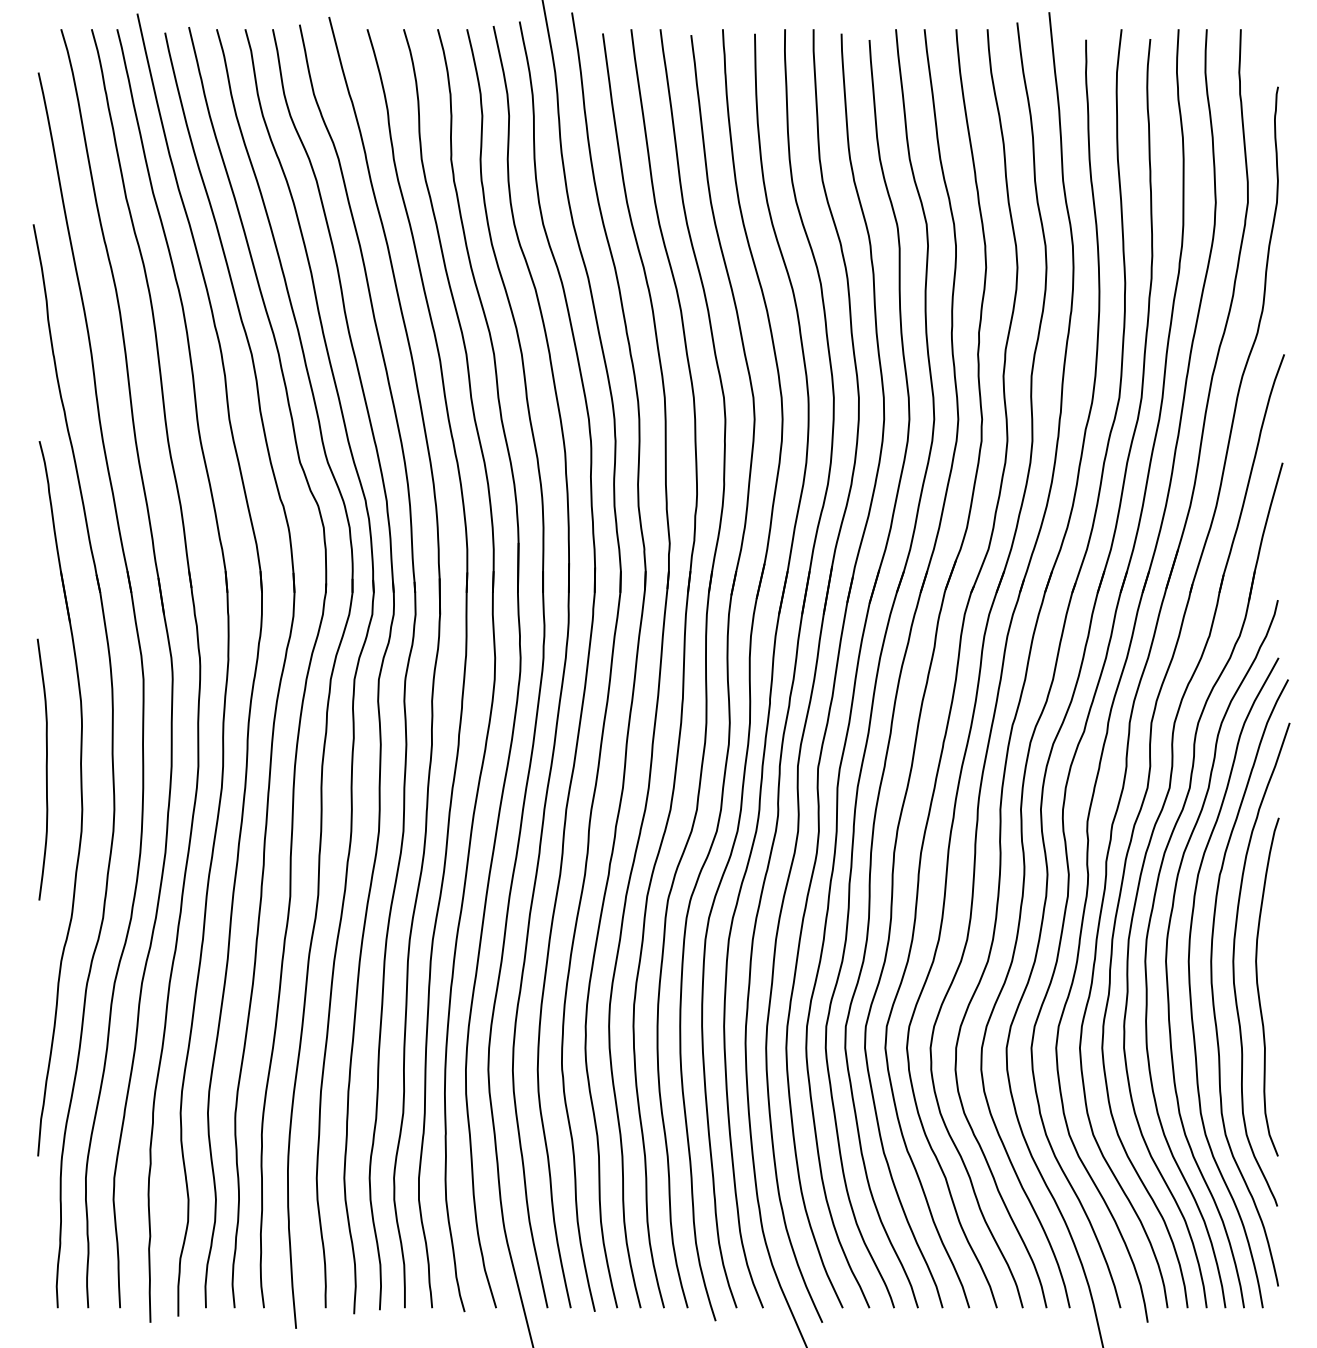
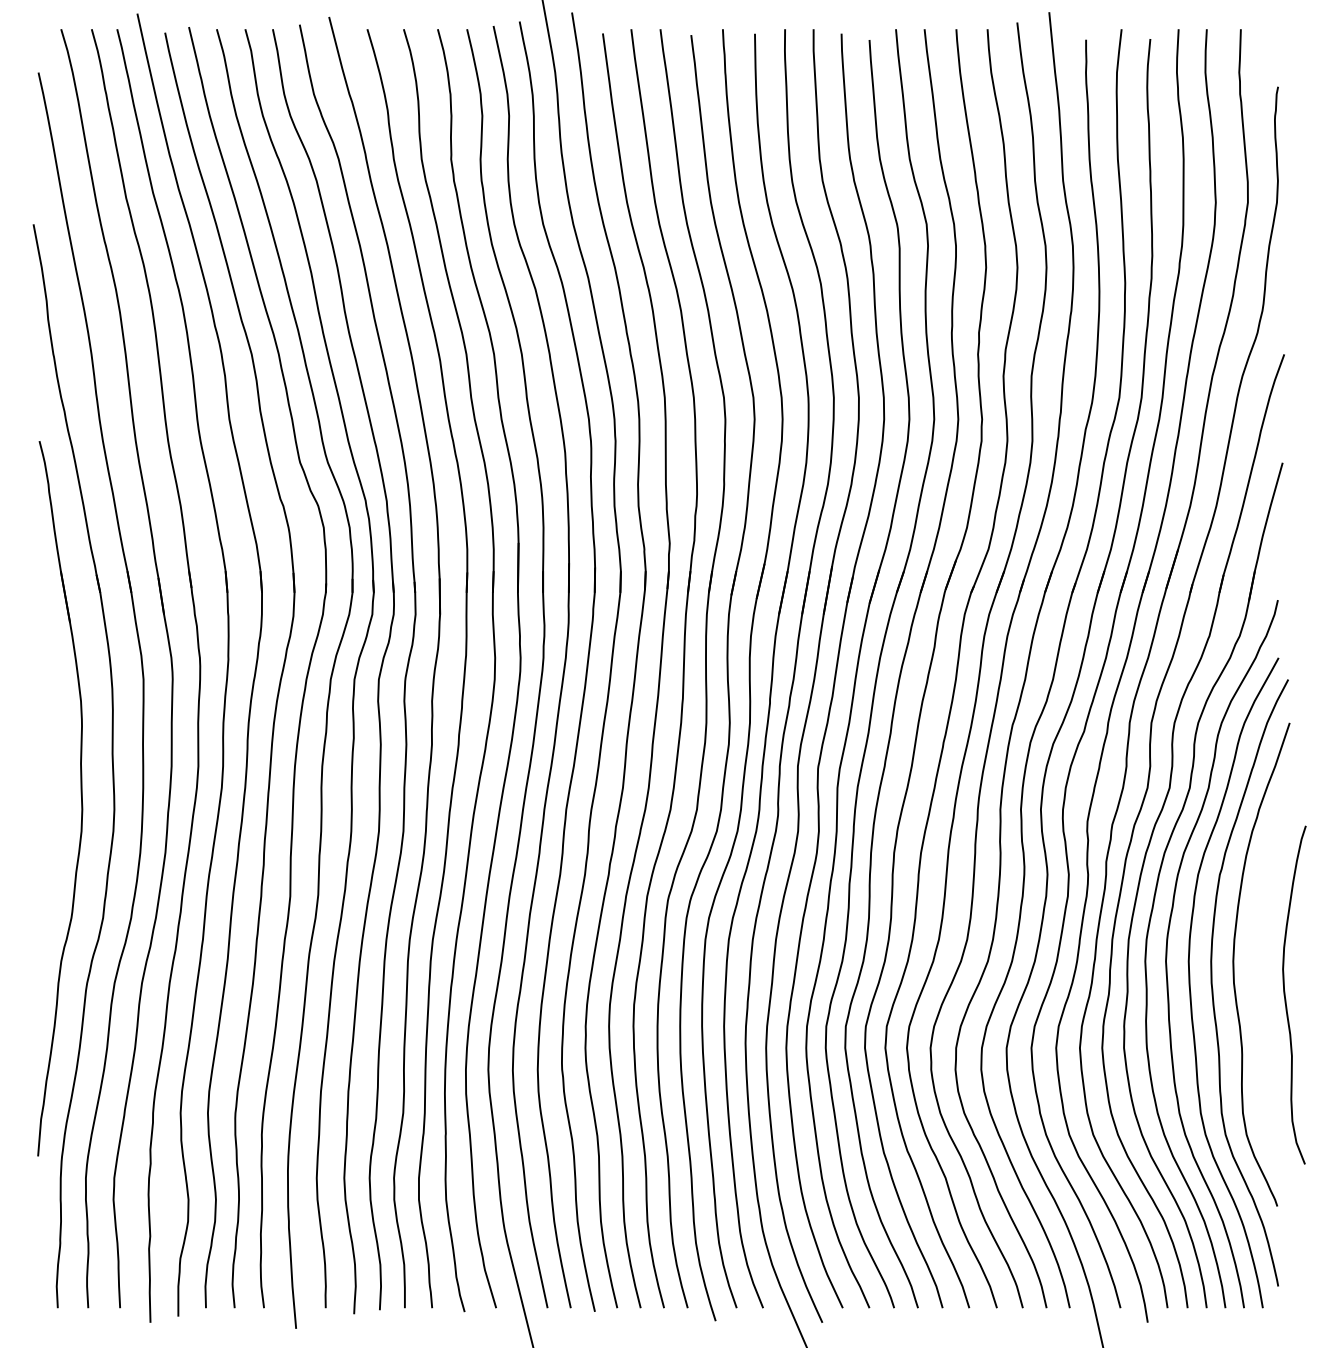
curve at (45, 769): present -> none
curve at (1258, 986) position: (1258, 986) -> (1285, 994)
